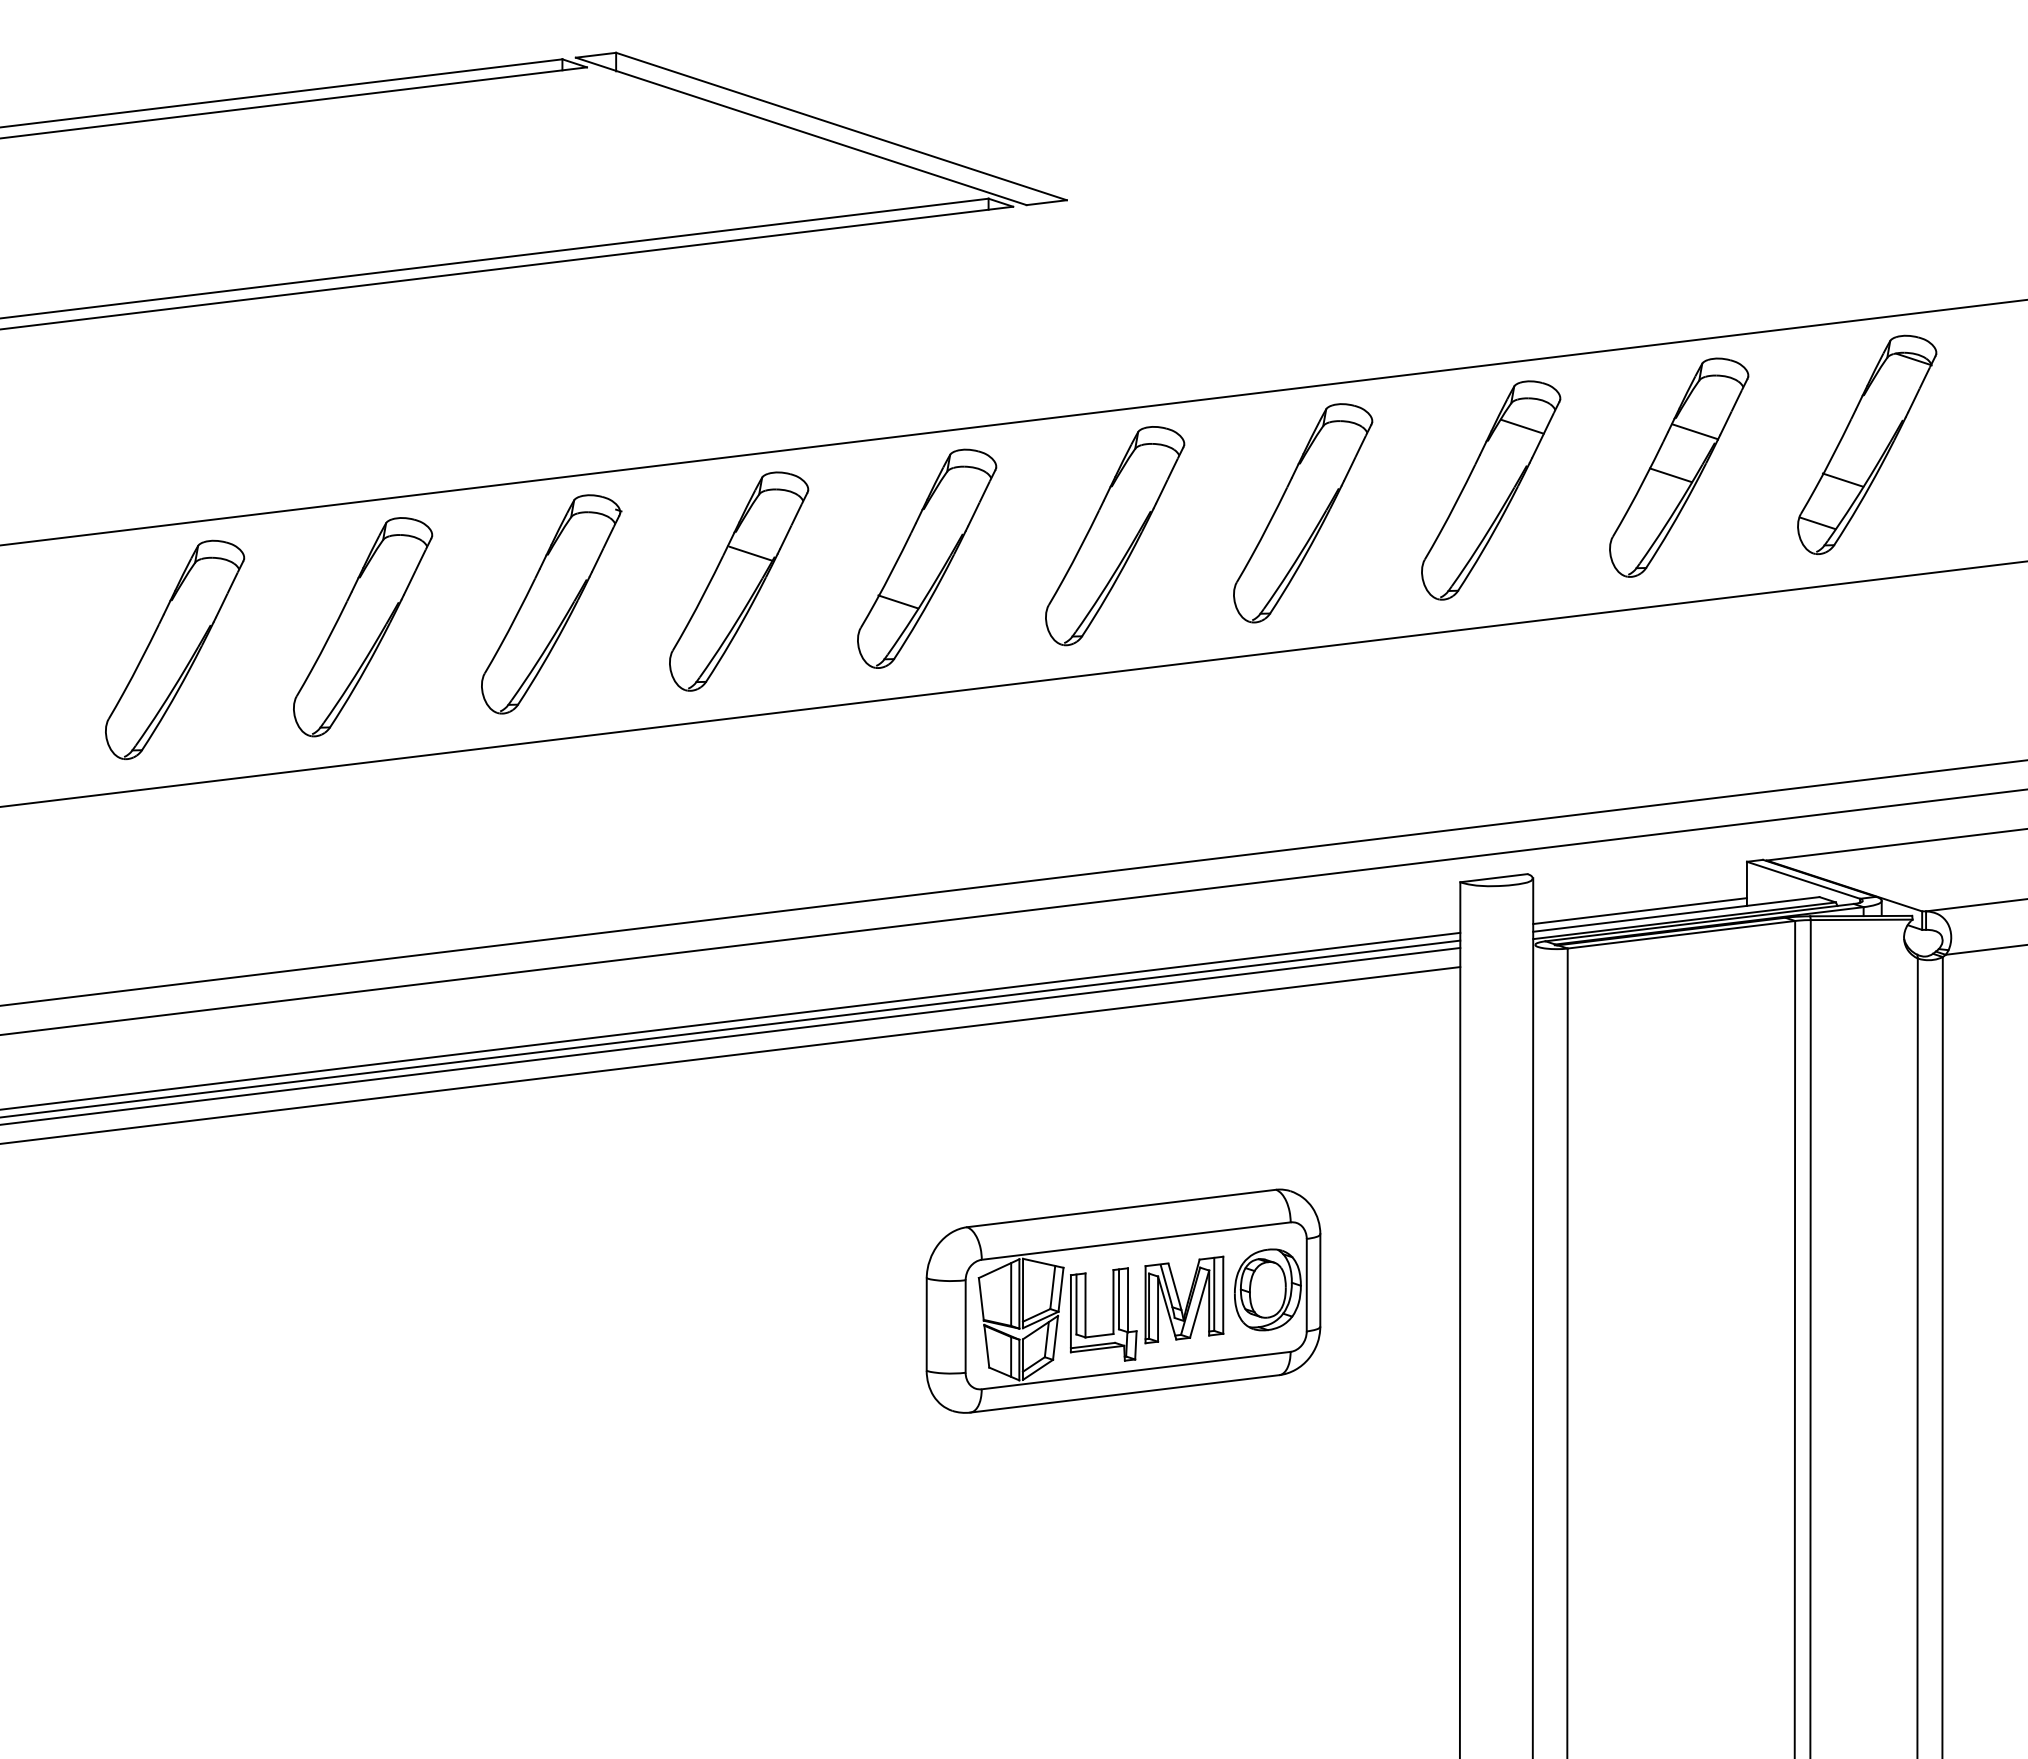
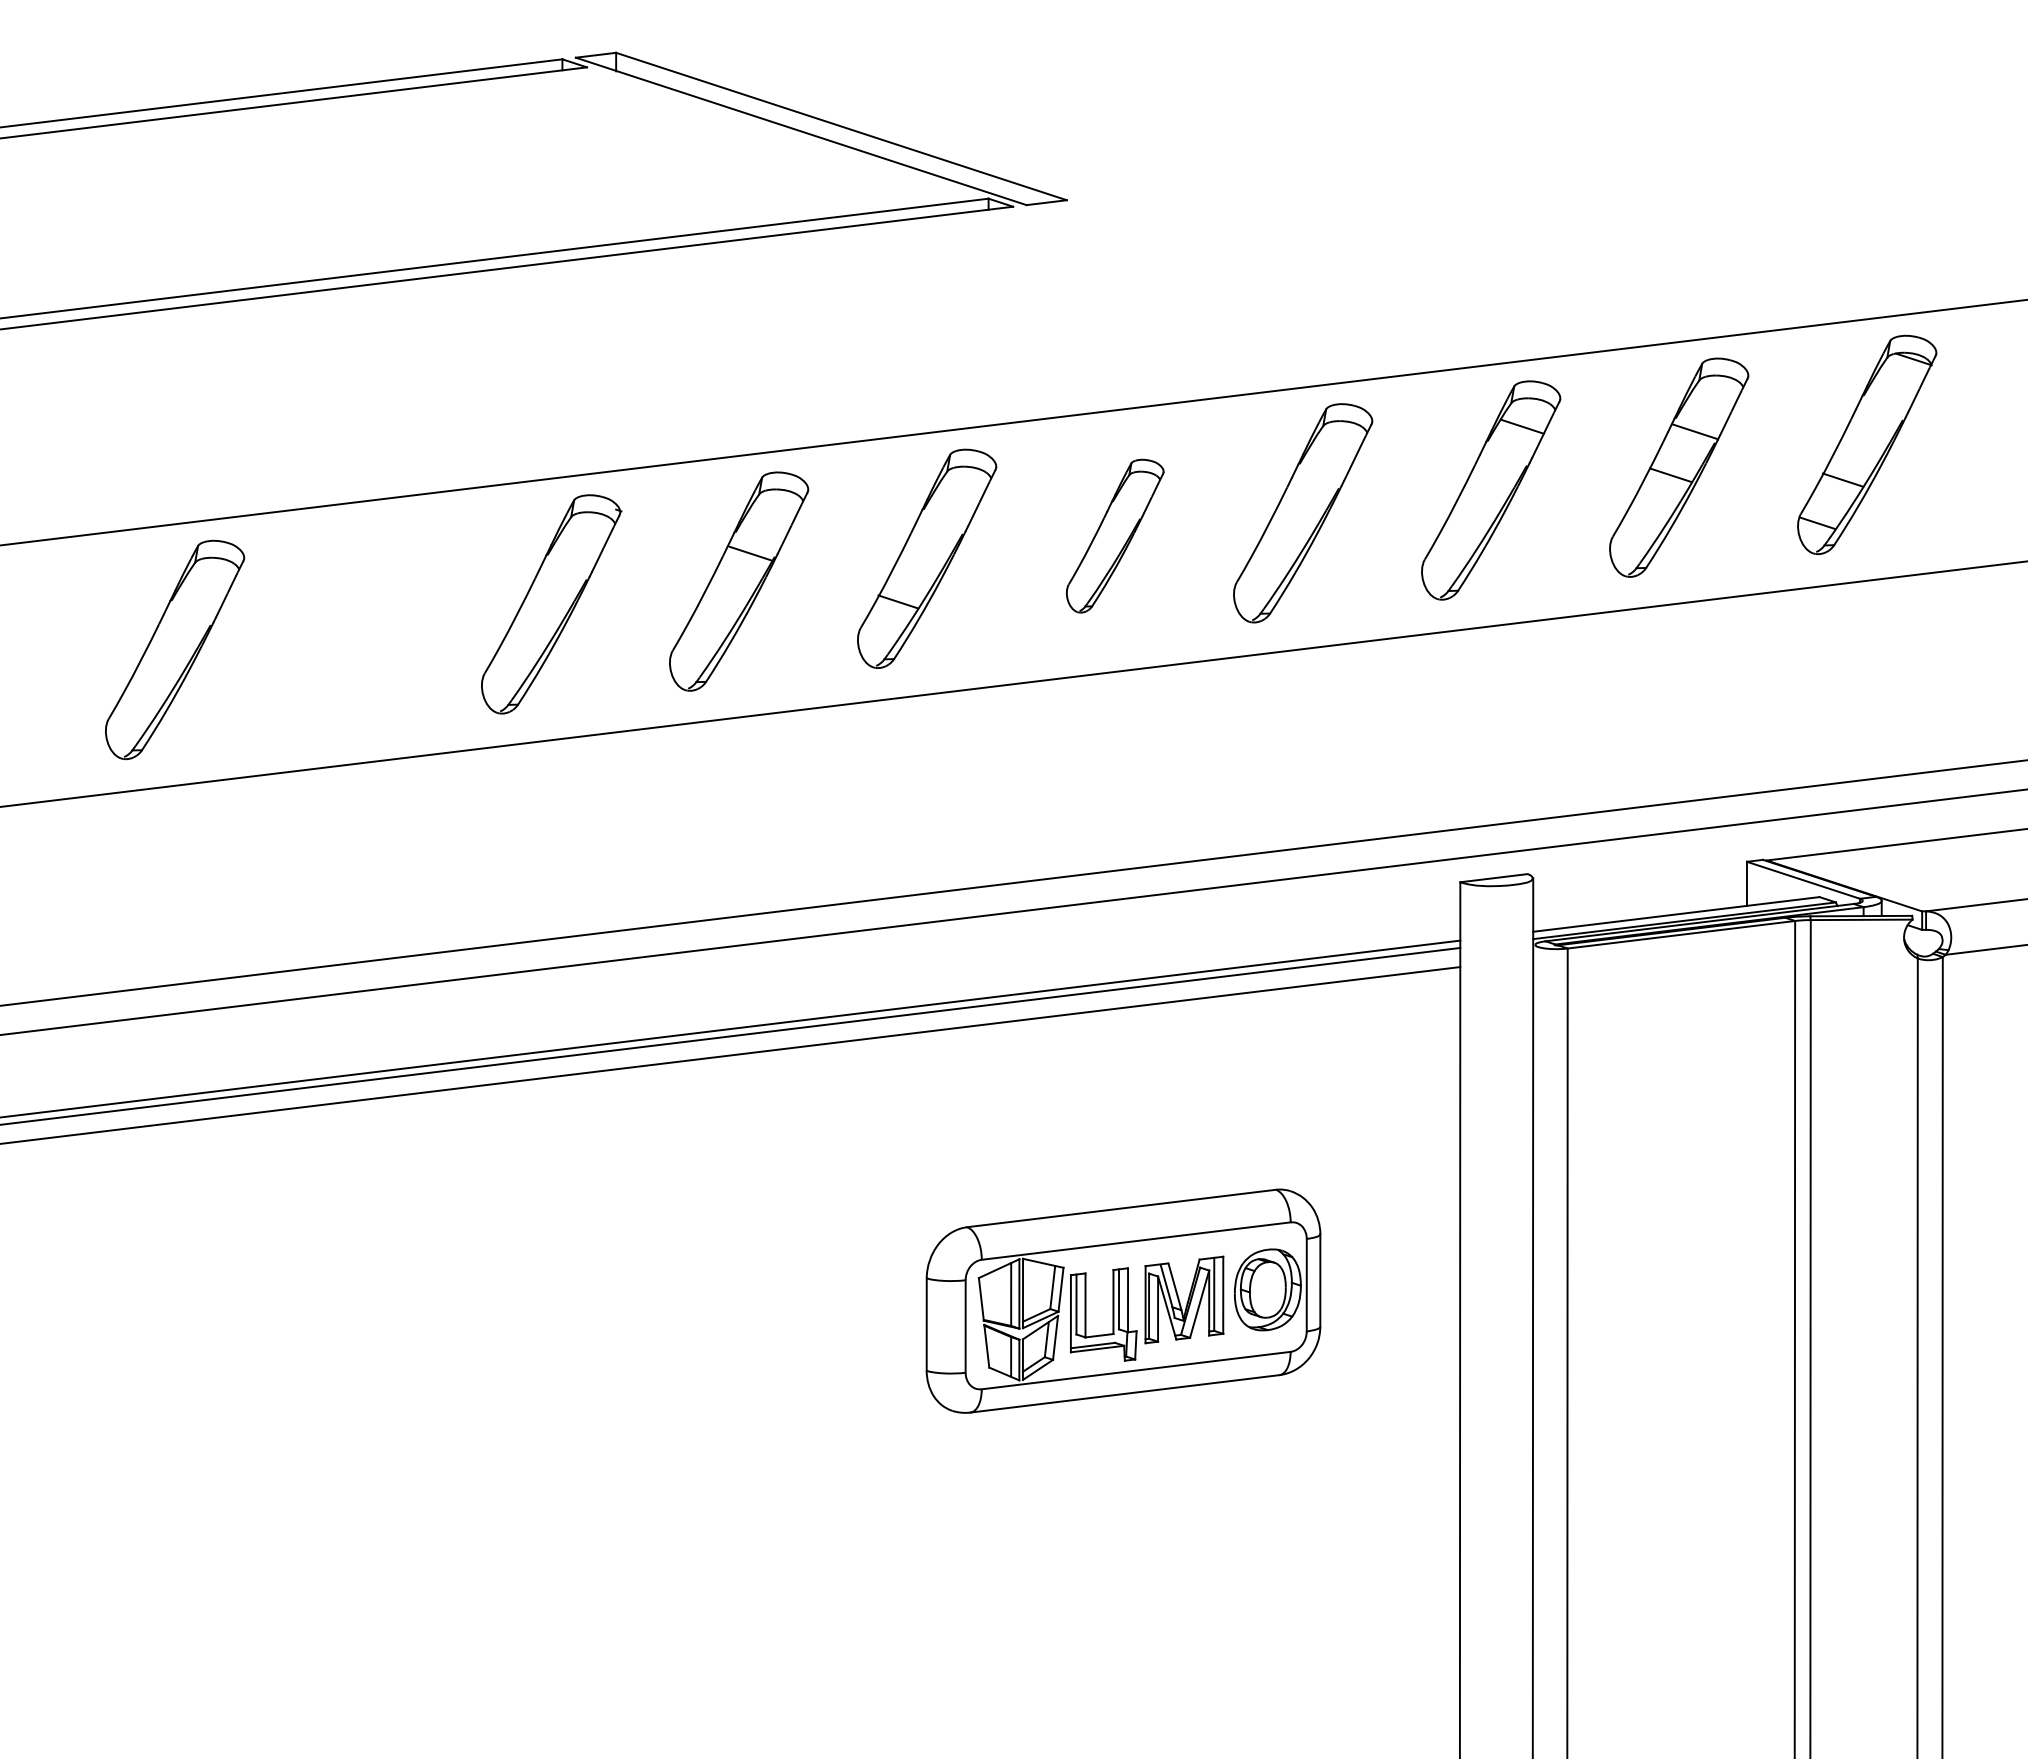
part at (1115, 536) size: 141x221 px -> 100x156 px
part at (363, 627): present -> none
line at (1639, 911): present -> none
line at (731, 1020): present -> none
